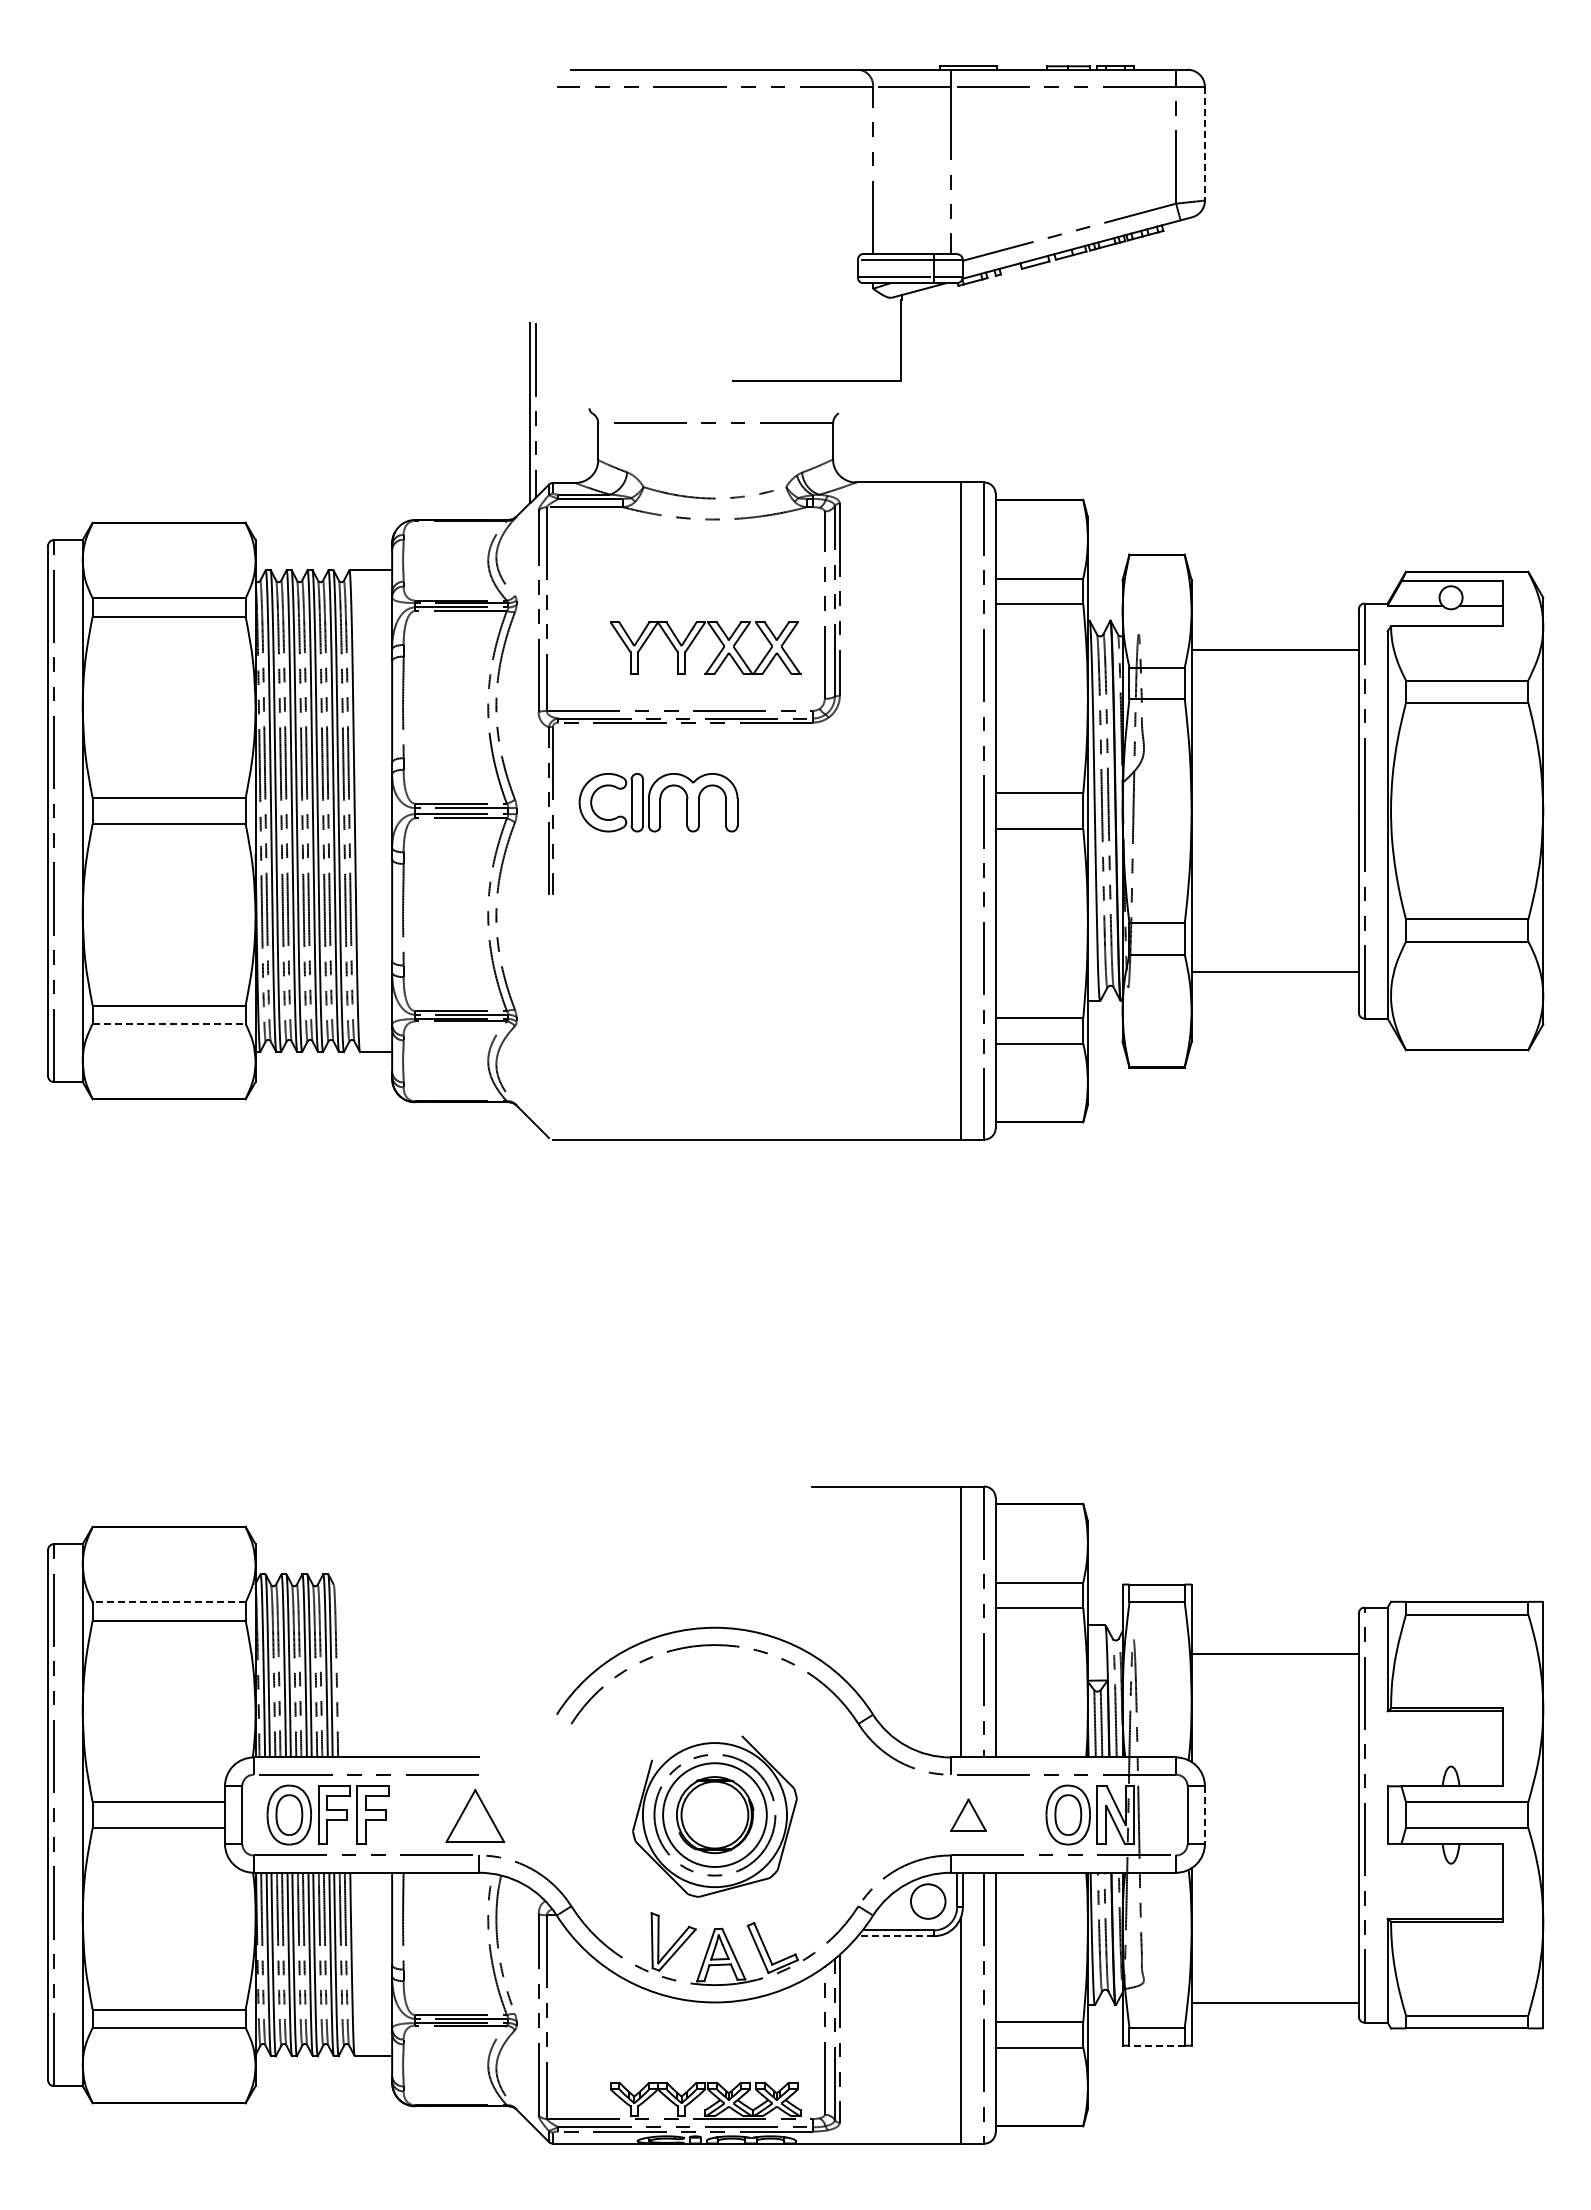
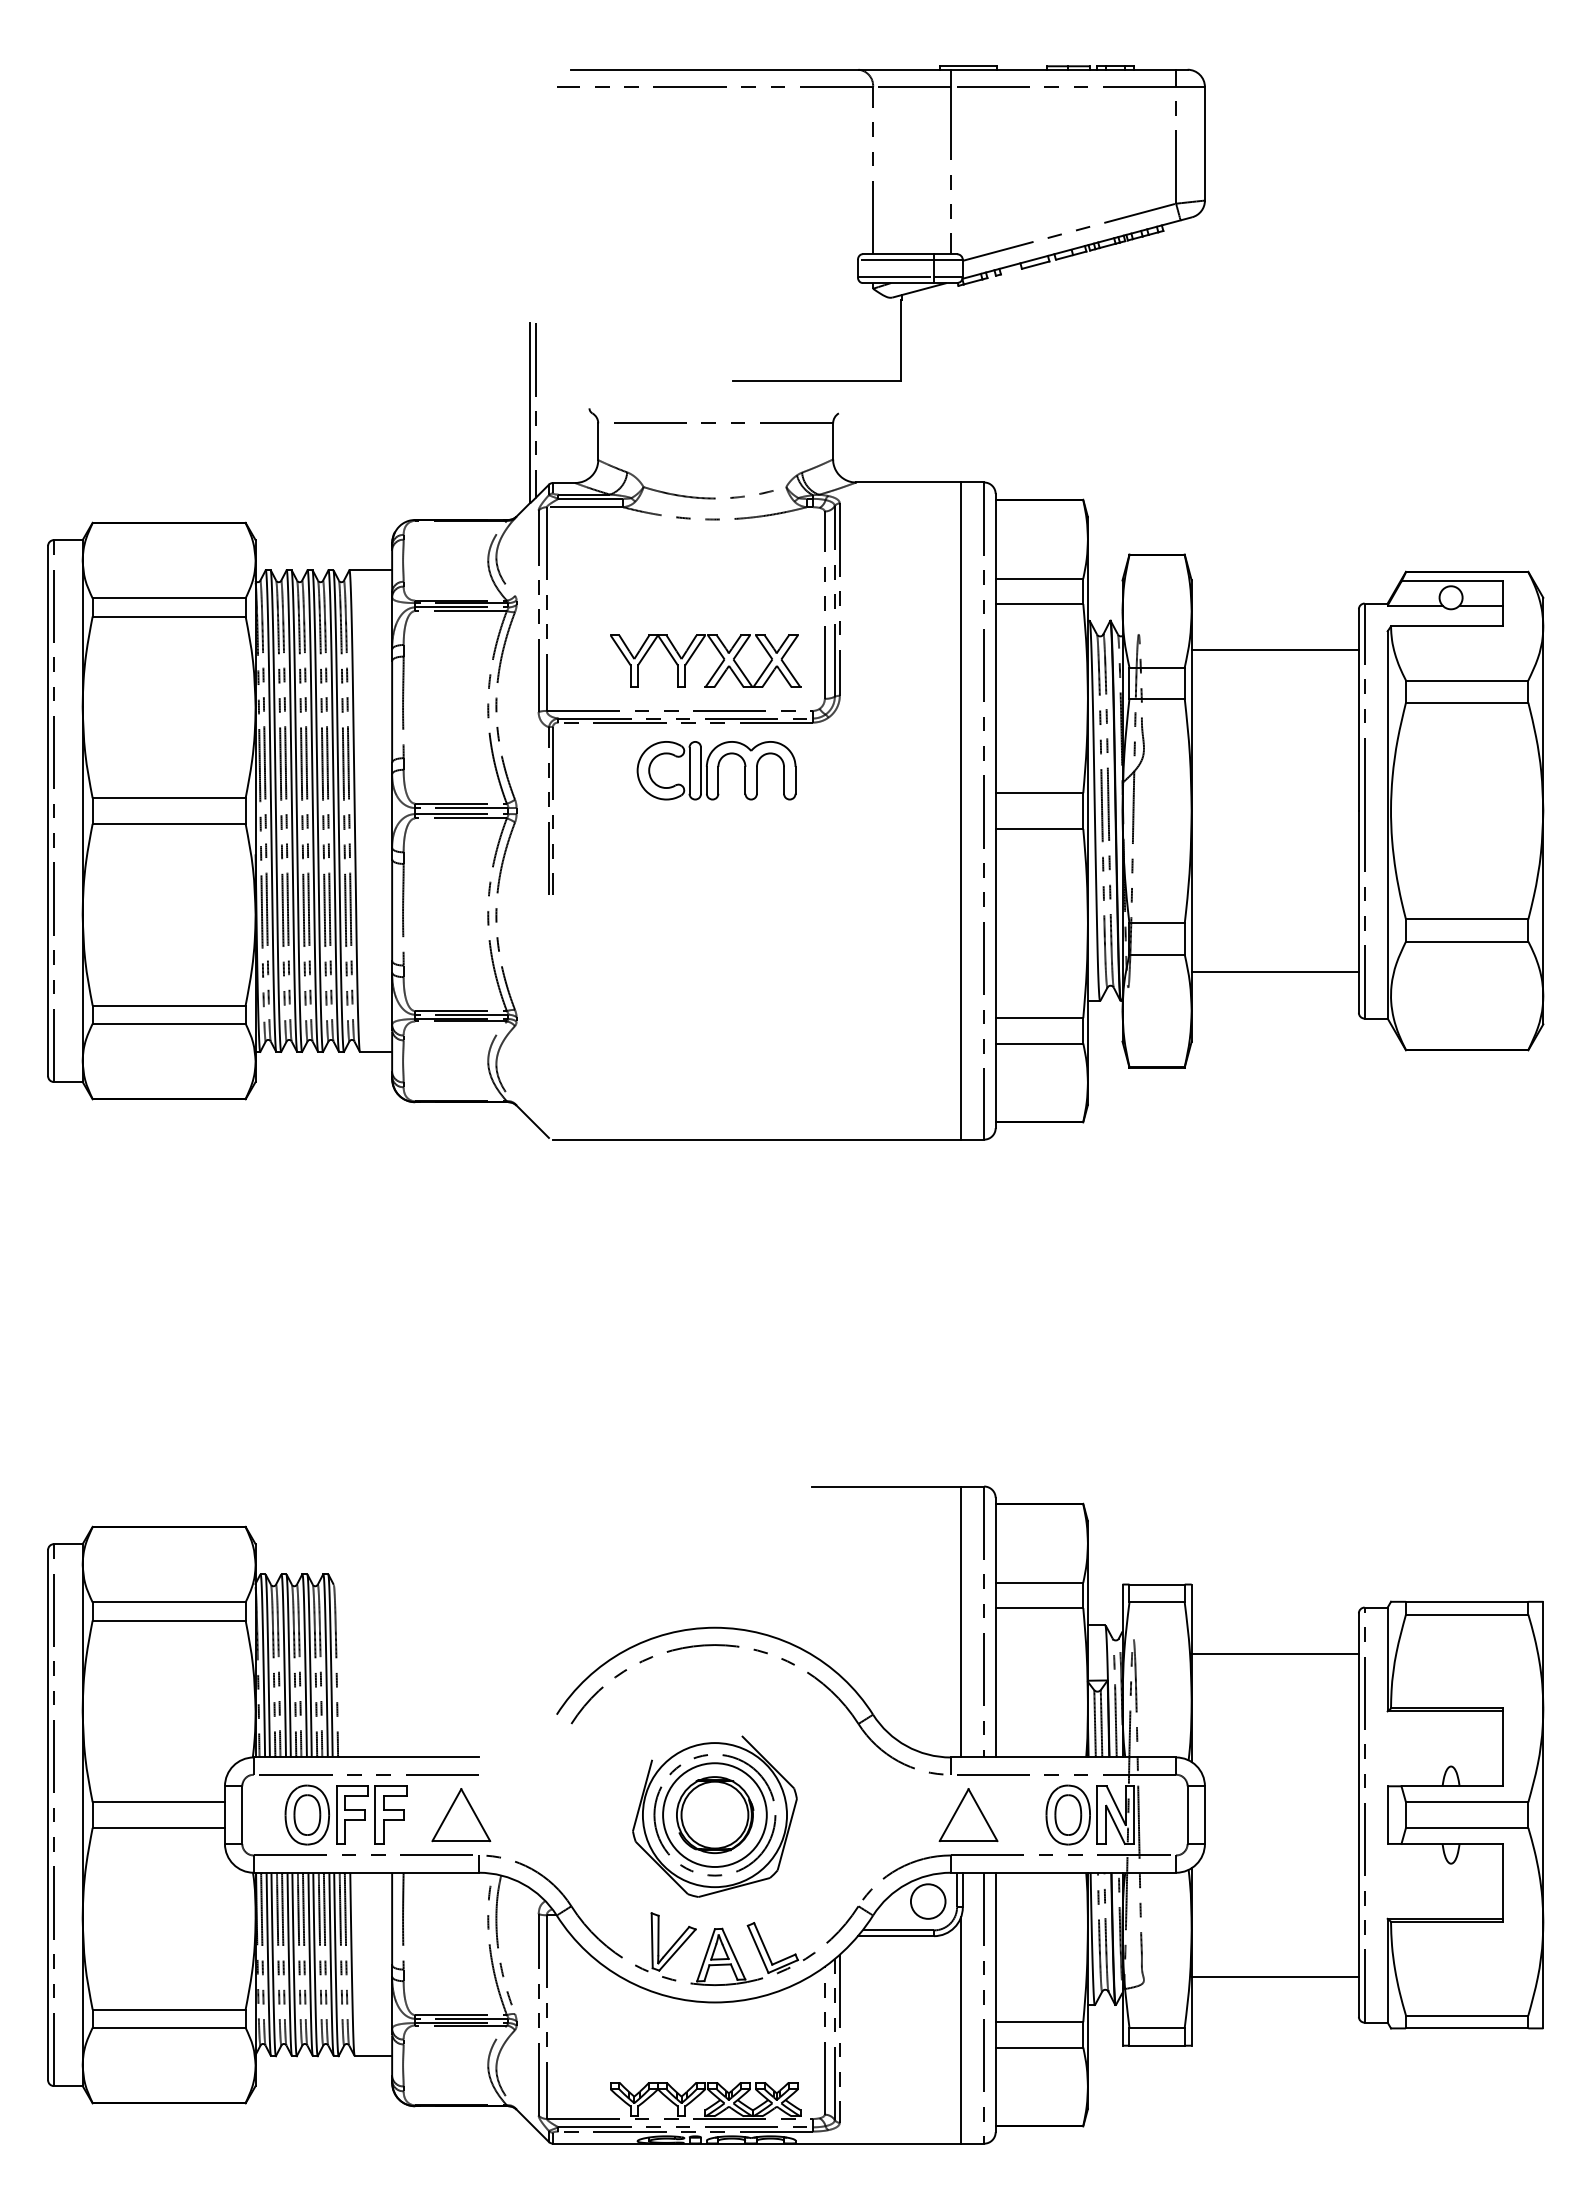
line at (1204, 143): dashed -> solid
part at (694, 640) position: (694, 640) -> (694, 653)
part at (658, 802) position: (658, 802) -> (716, 770)
line at (169, 1023): dashed -> solid
line at (168, 1602): dashed -> solid
part at (327, 1814) position: (327, 1814) -> (345, 1814)
part at (968, 1814) size: 37x34 px -> 61x55 px
line at (1204, 1815): dashed -> solid
part at (475, 1816) position: (475, 1816) -> (461, 1815)
line at (895, 1936): dashed -> solid
line at (1274, 2002) position: (1274, 2002) -> (1274, 1976)
line at (1157, 2045): dashed -> solid
